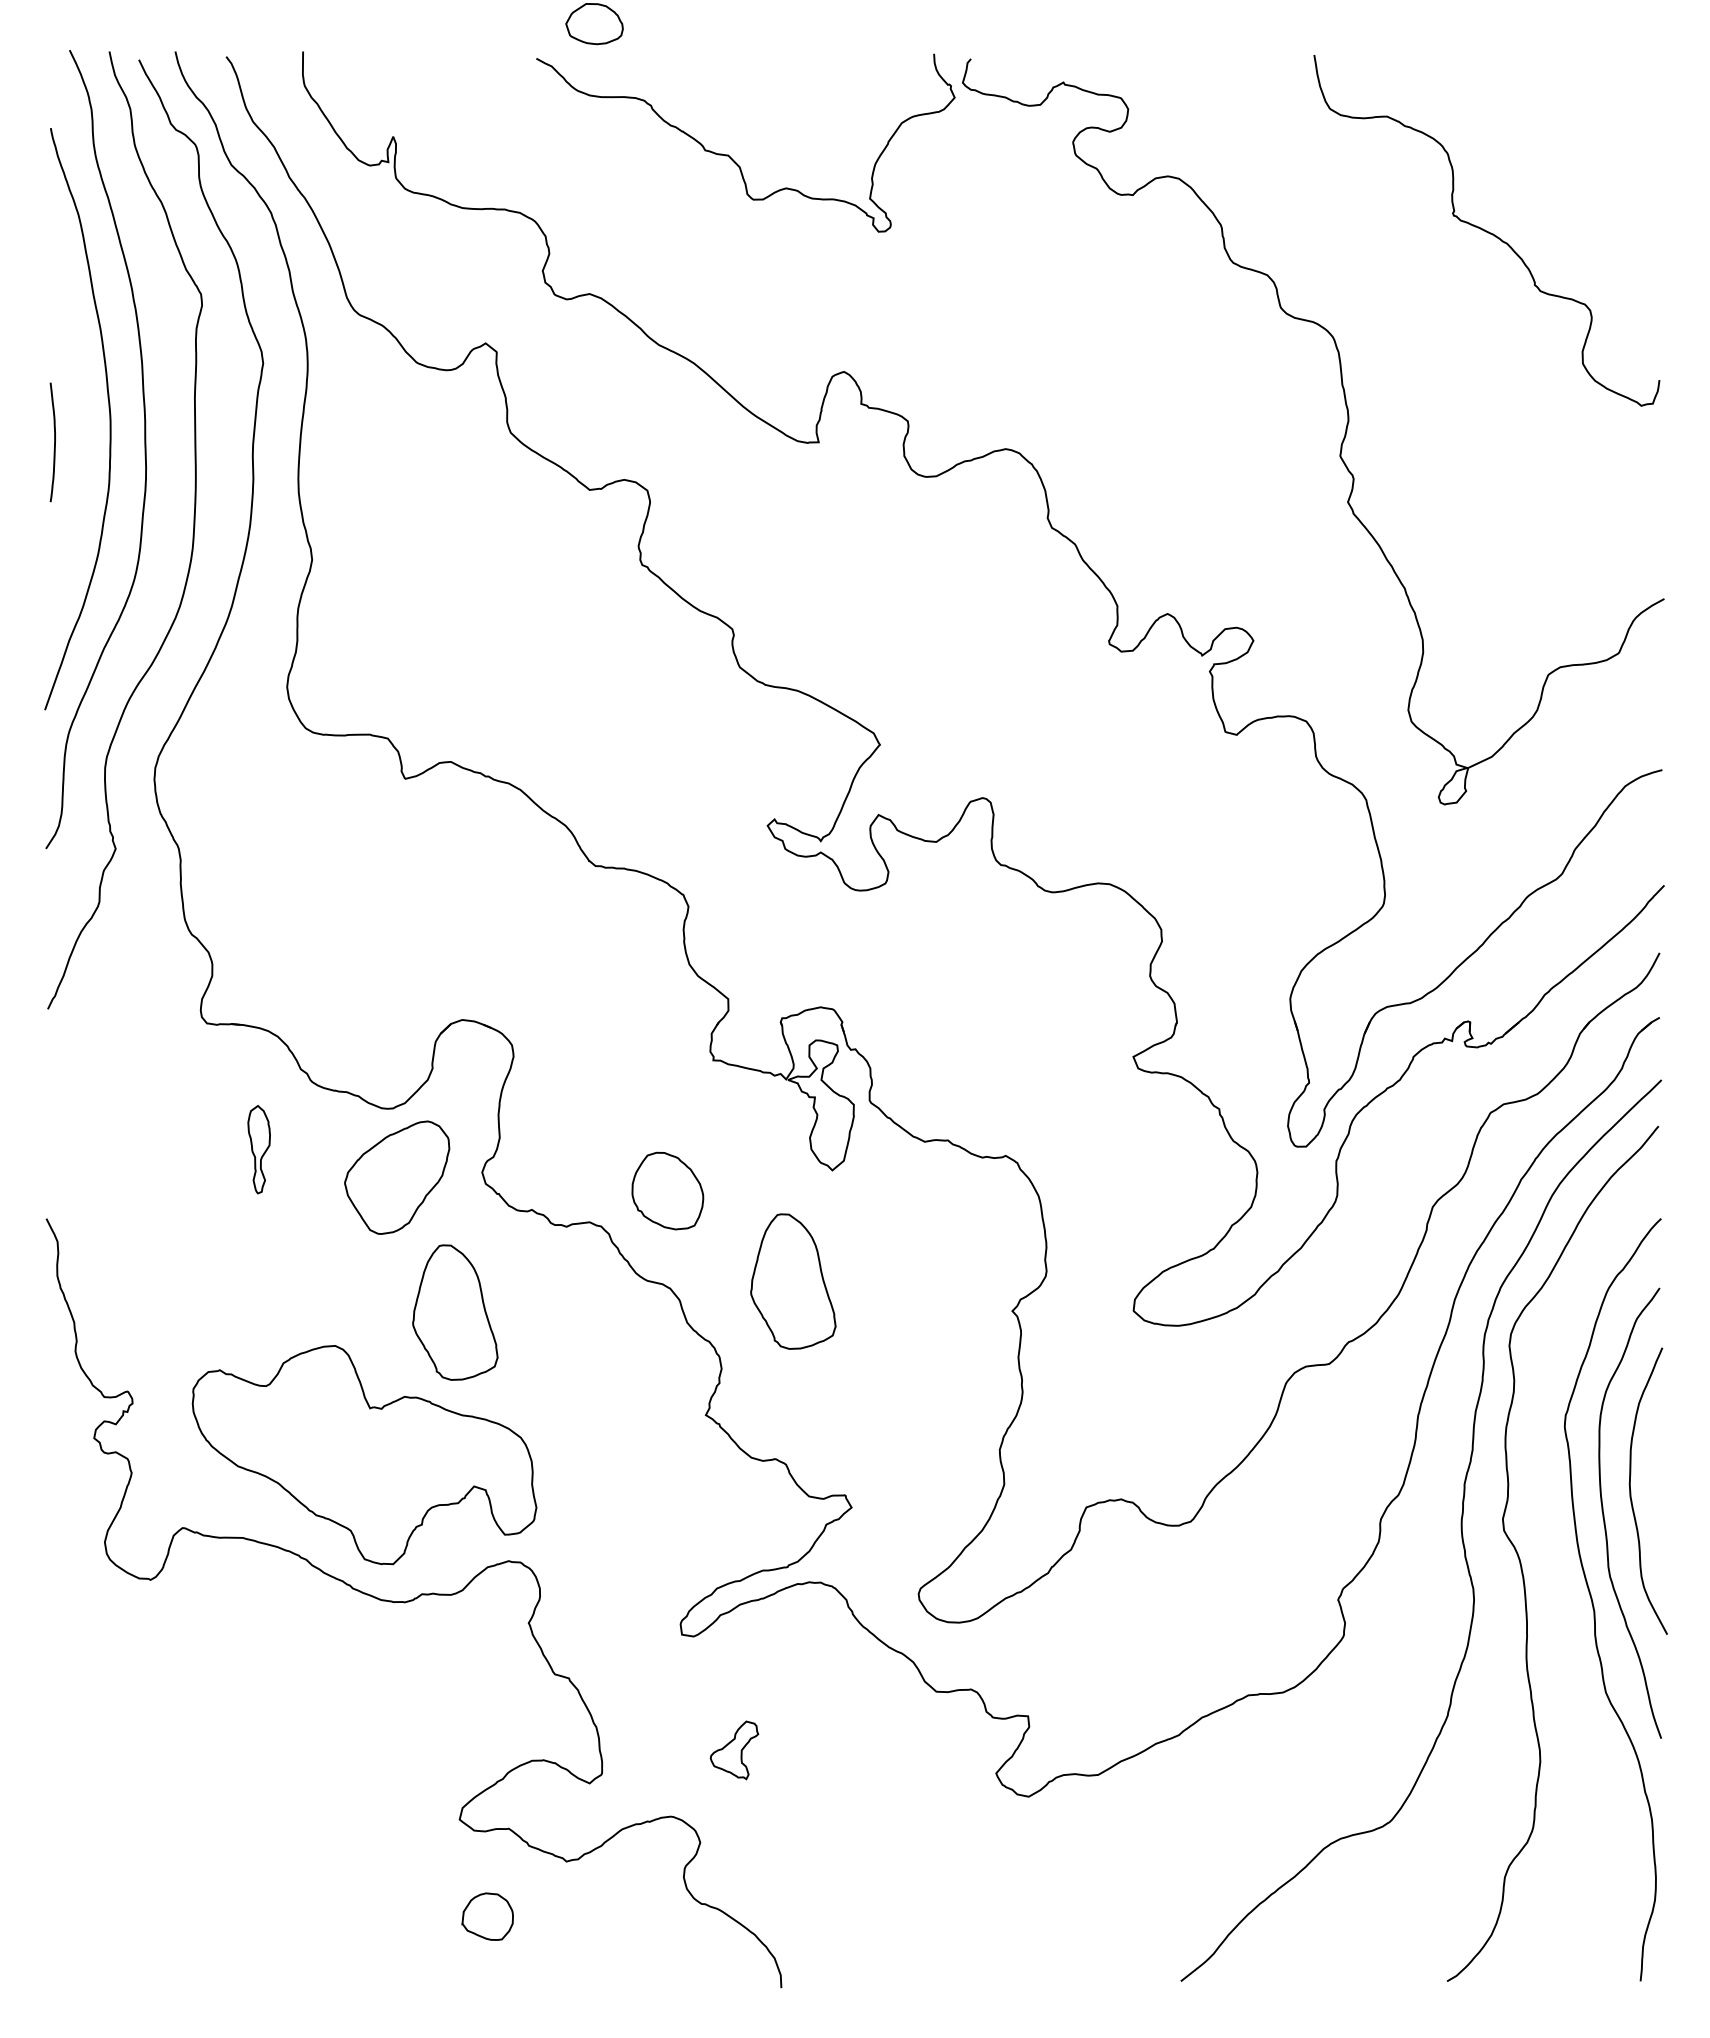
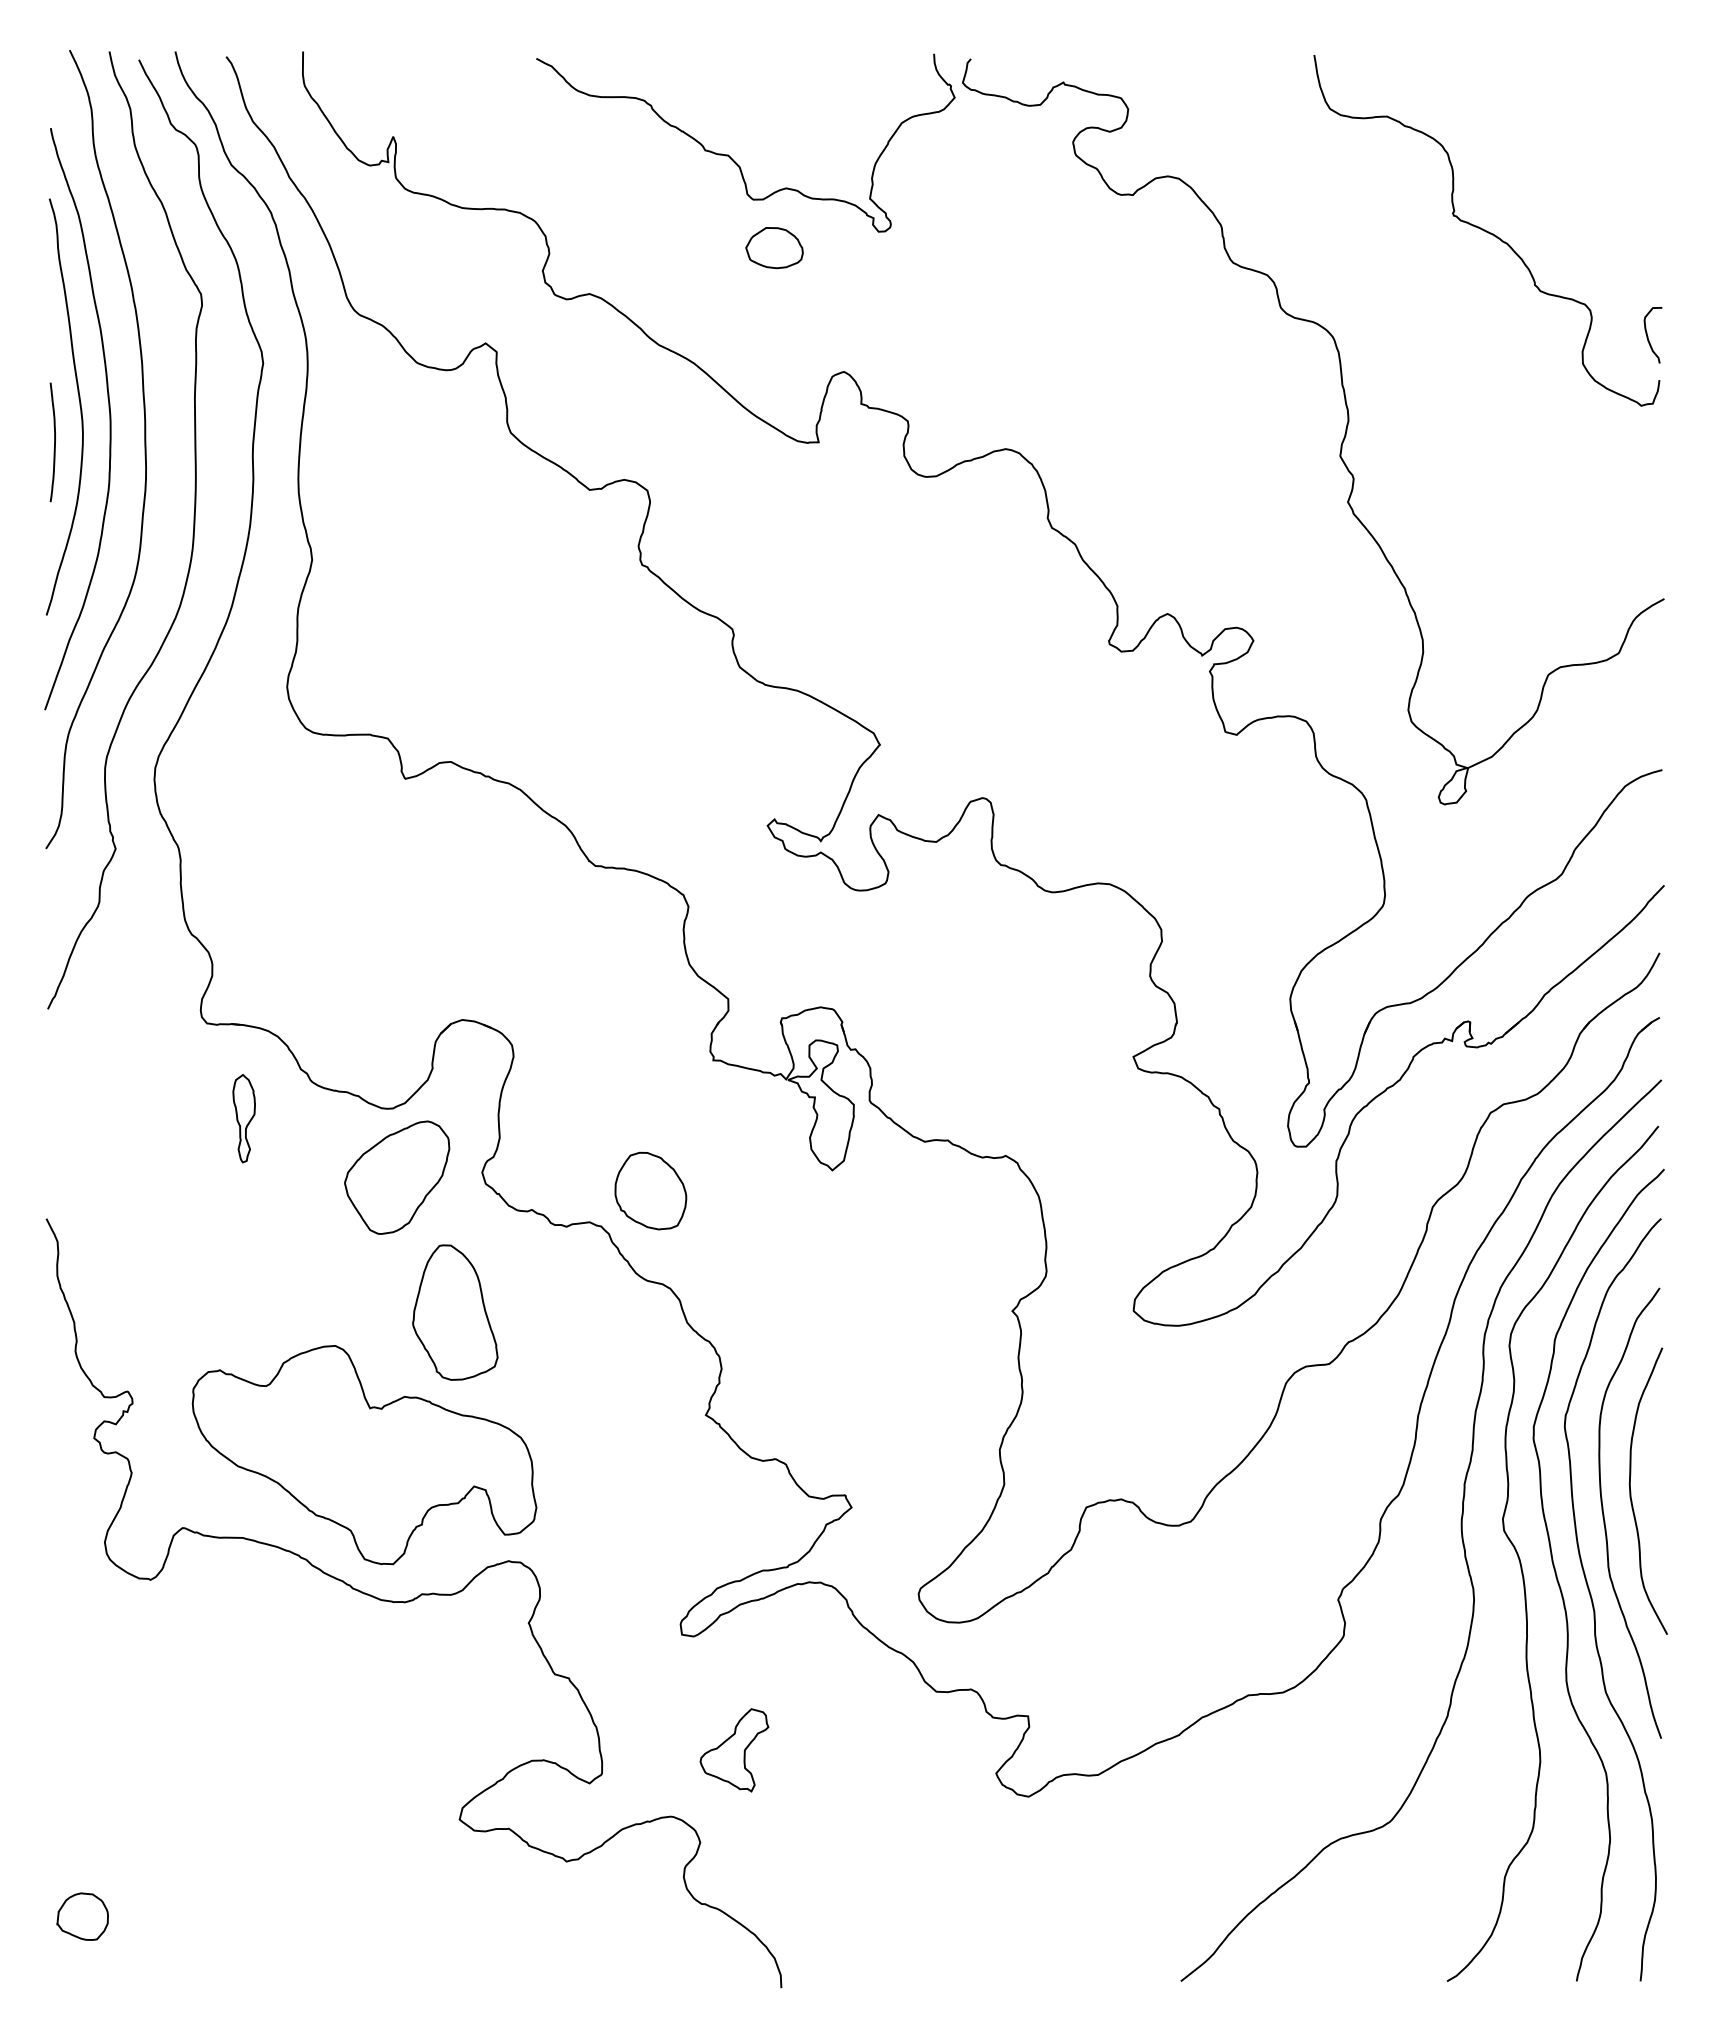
part at (594, 24) position: (594, 24) -> (774, 248)
curve at (1648, 336): none -> present
curve at (79, 406): none -> present
part at (258, 1149) position: (258, 1149) -> (243, 1118)
part at (667, 1190) position: (667, 1190) -> (650, 1190)
part at (793, 1281): present -> none
curve at (1560, 1585): none -> present
part at (734, 1750) size: 51x61 px -> 71x85 px
part at (487, 1916) position: (487, 1916) -> (82, 1916)
